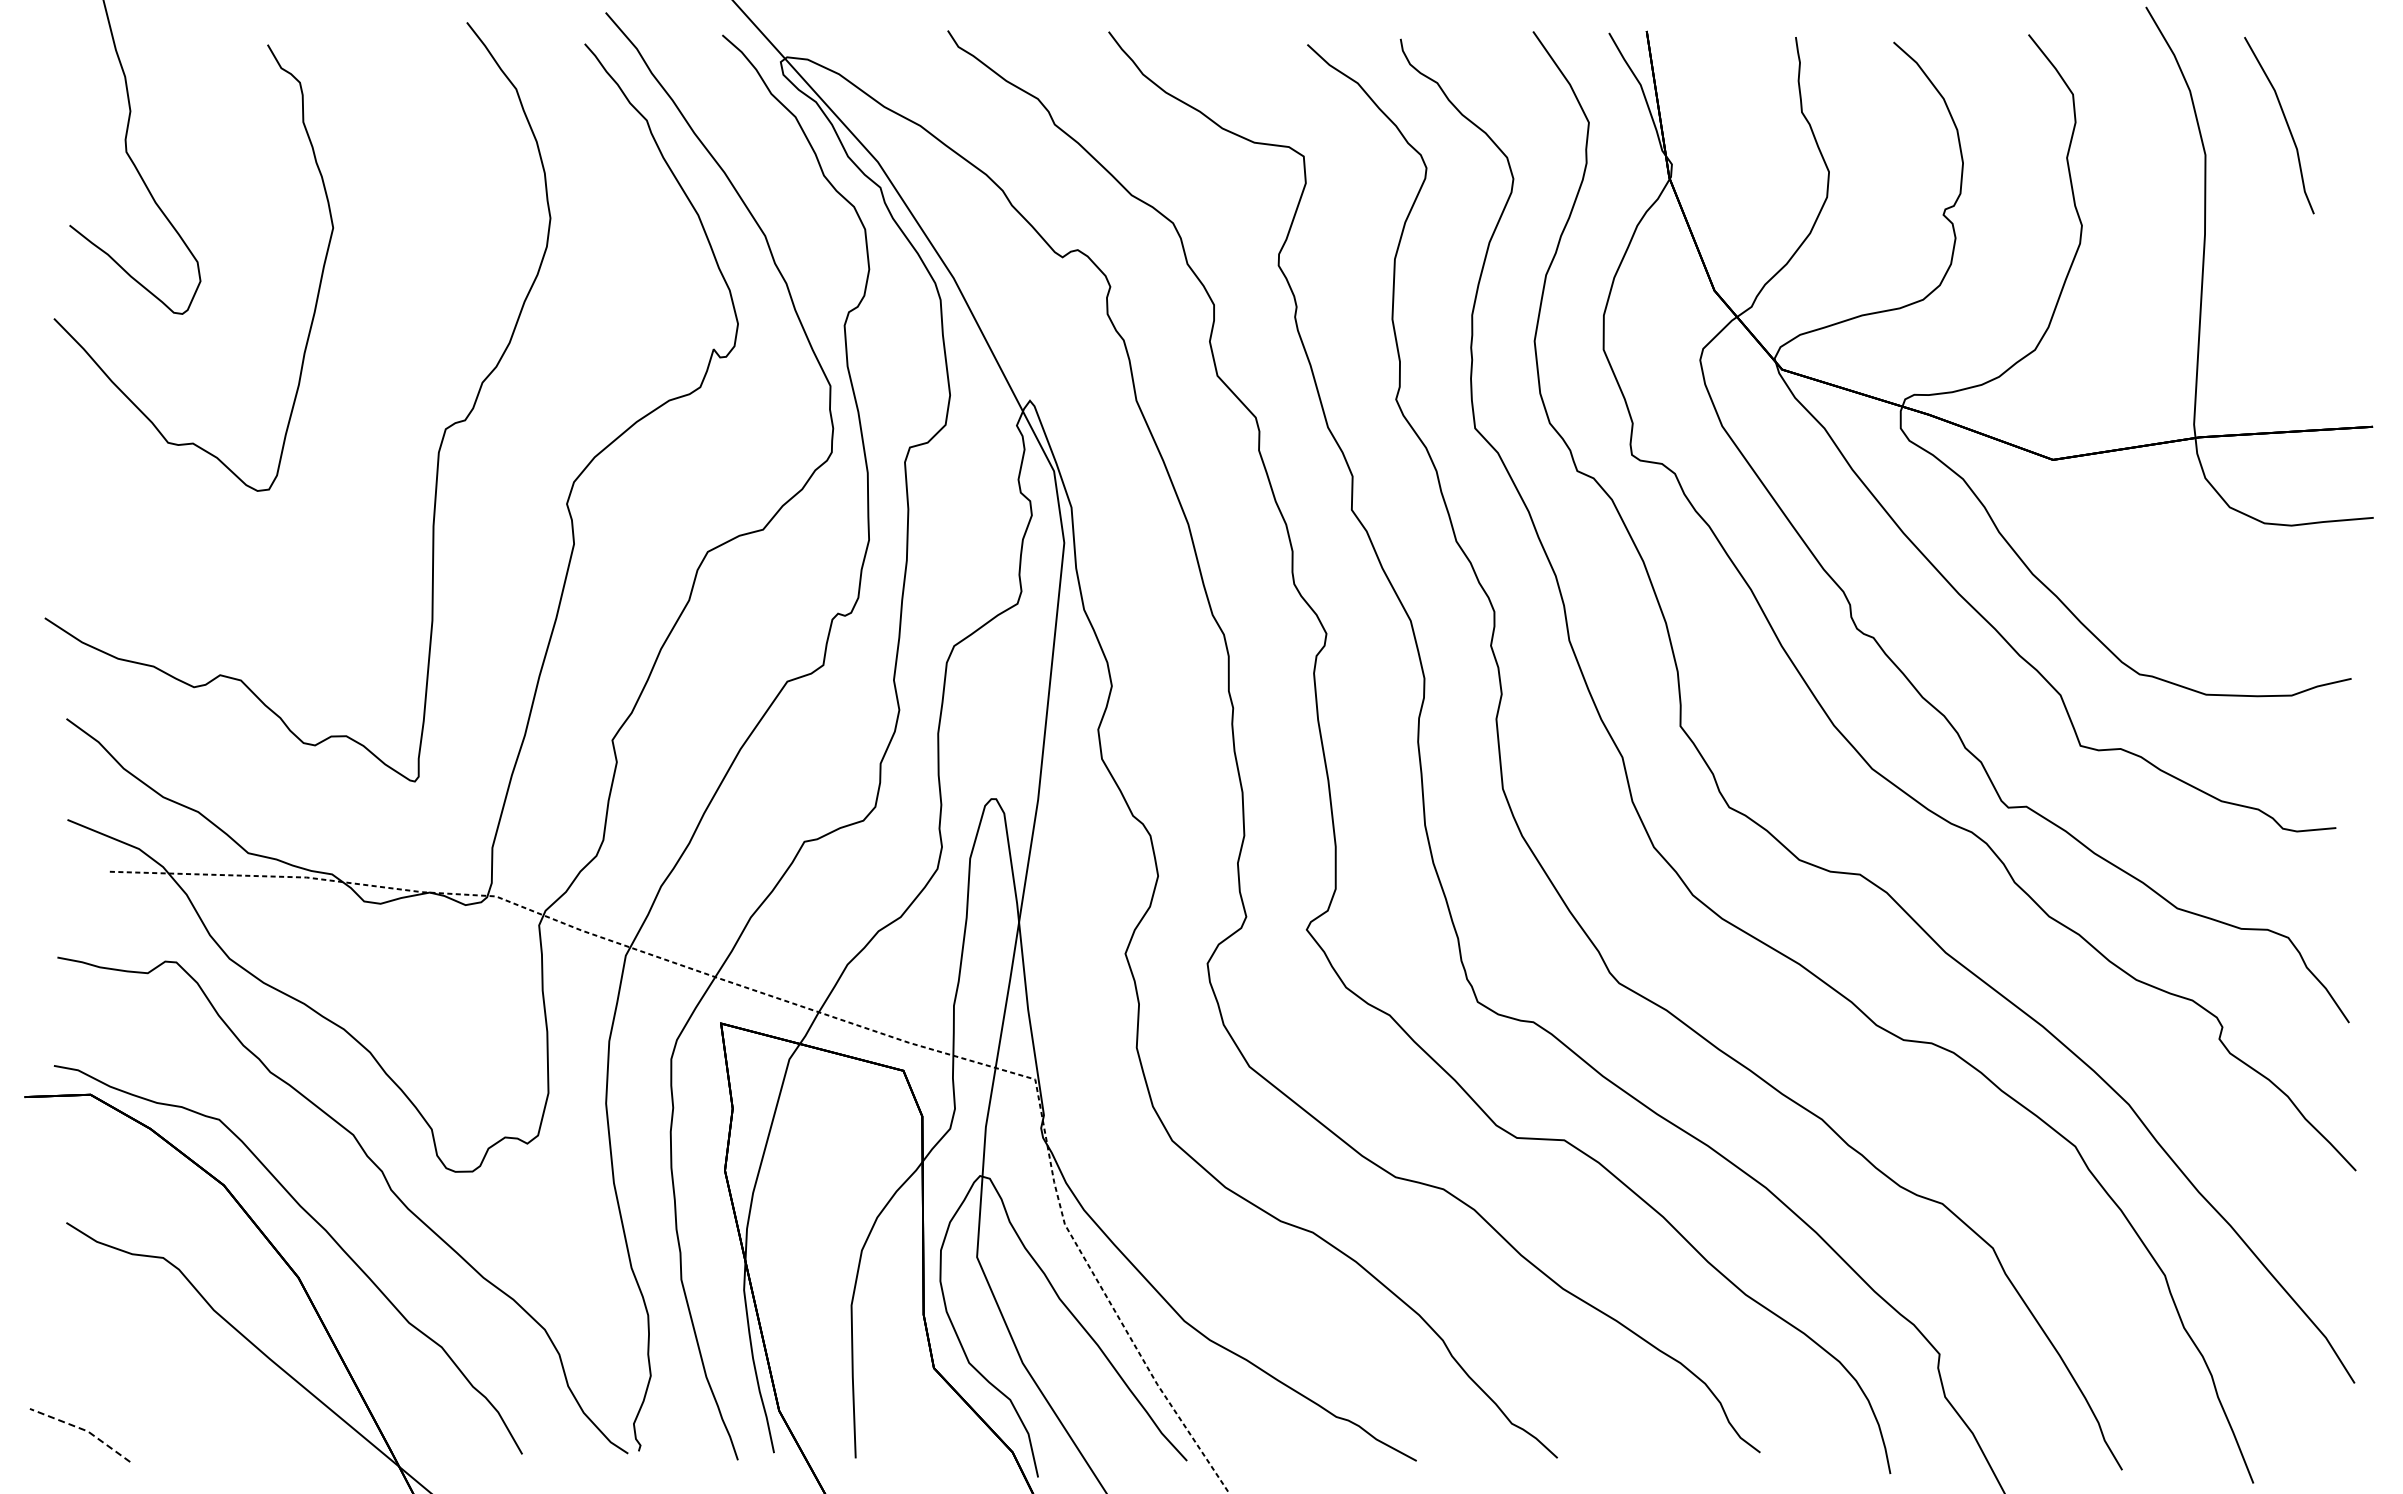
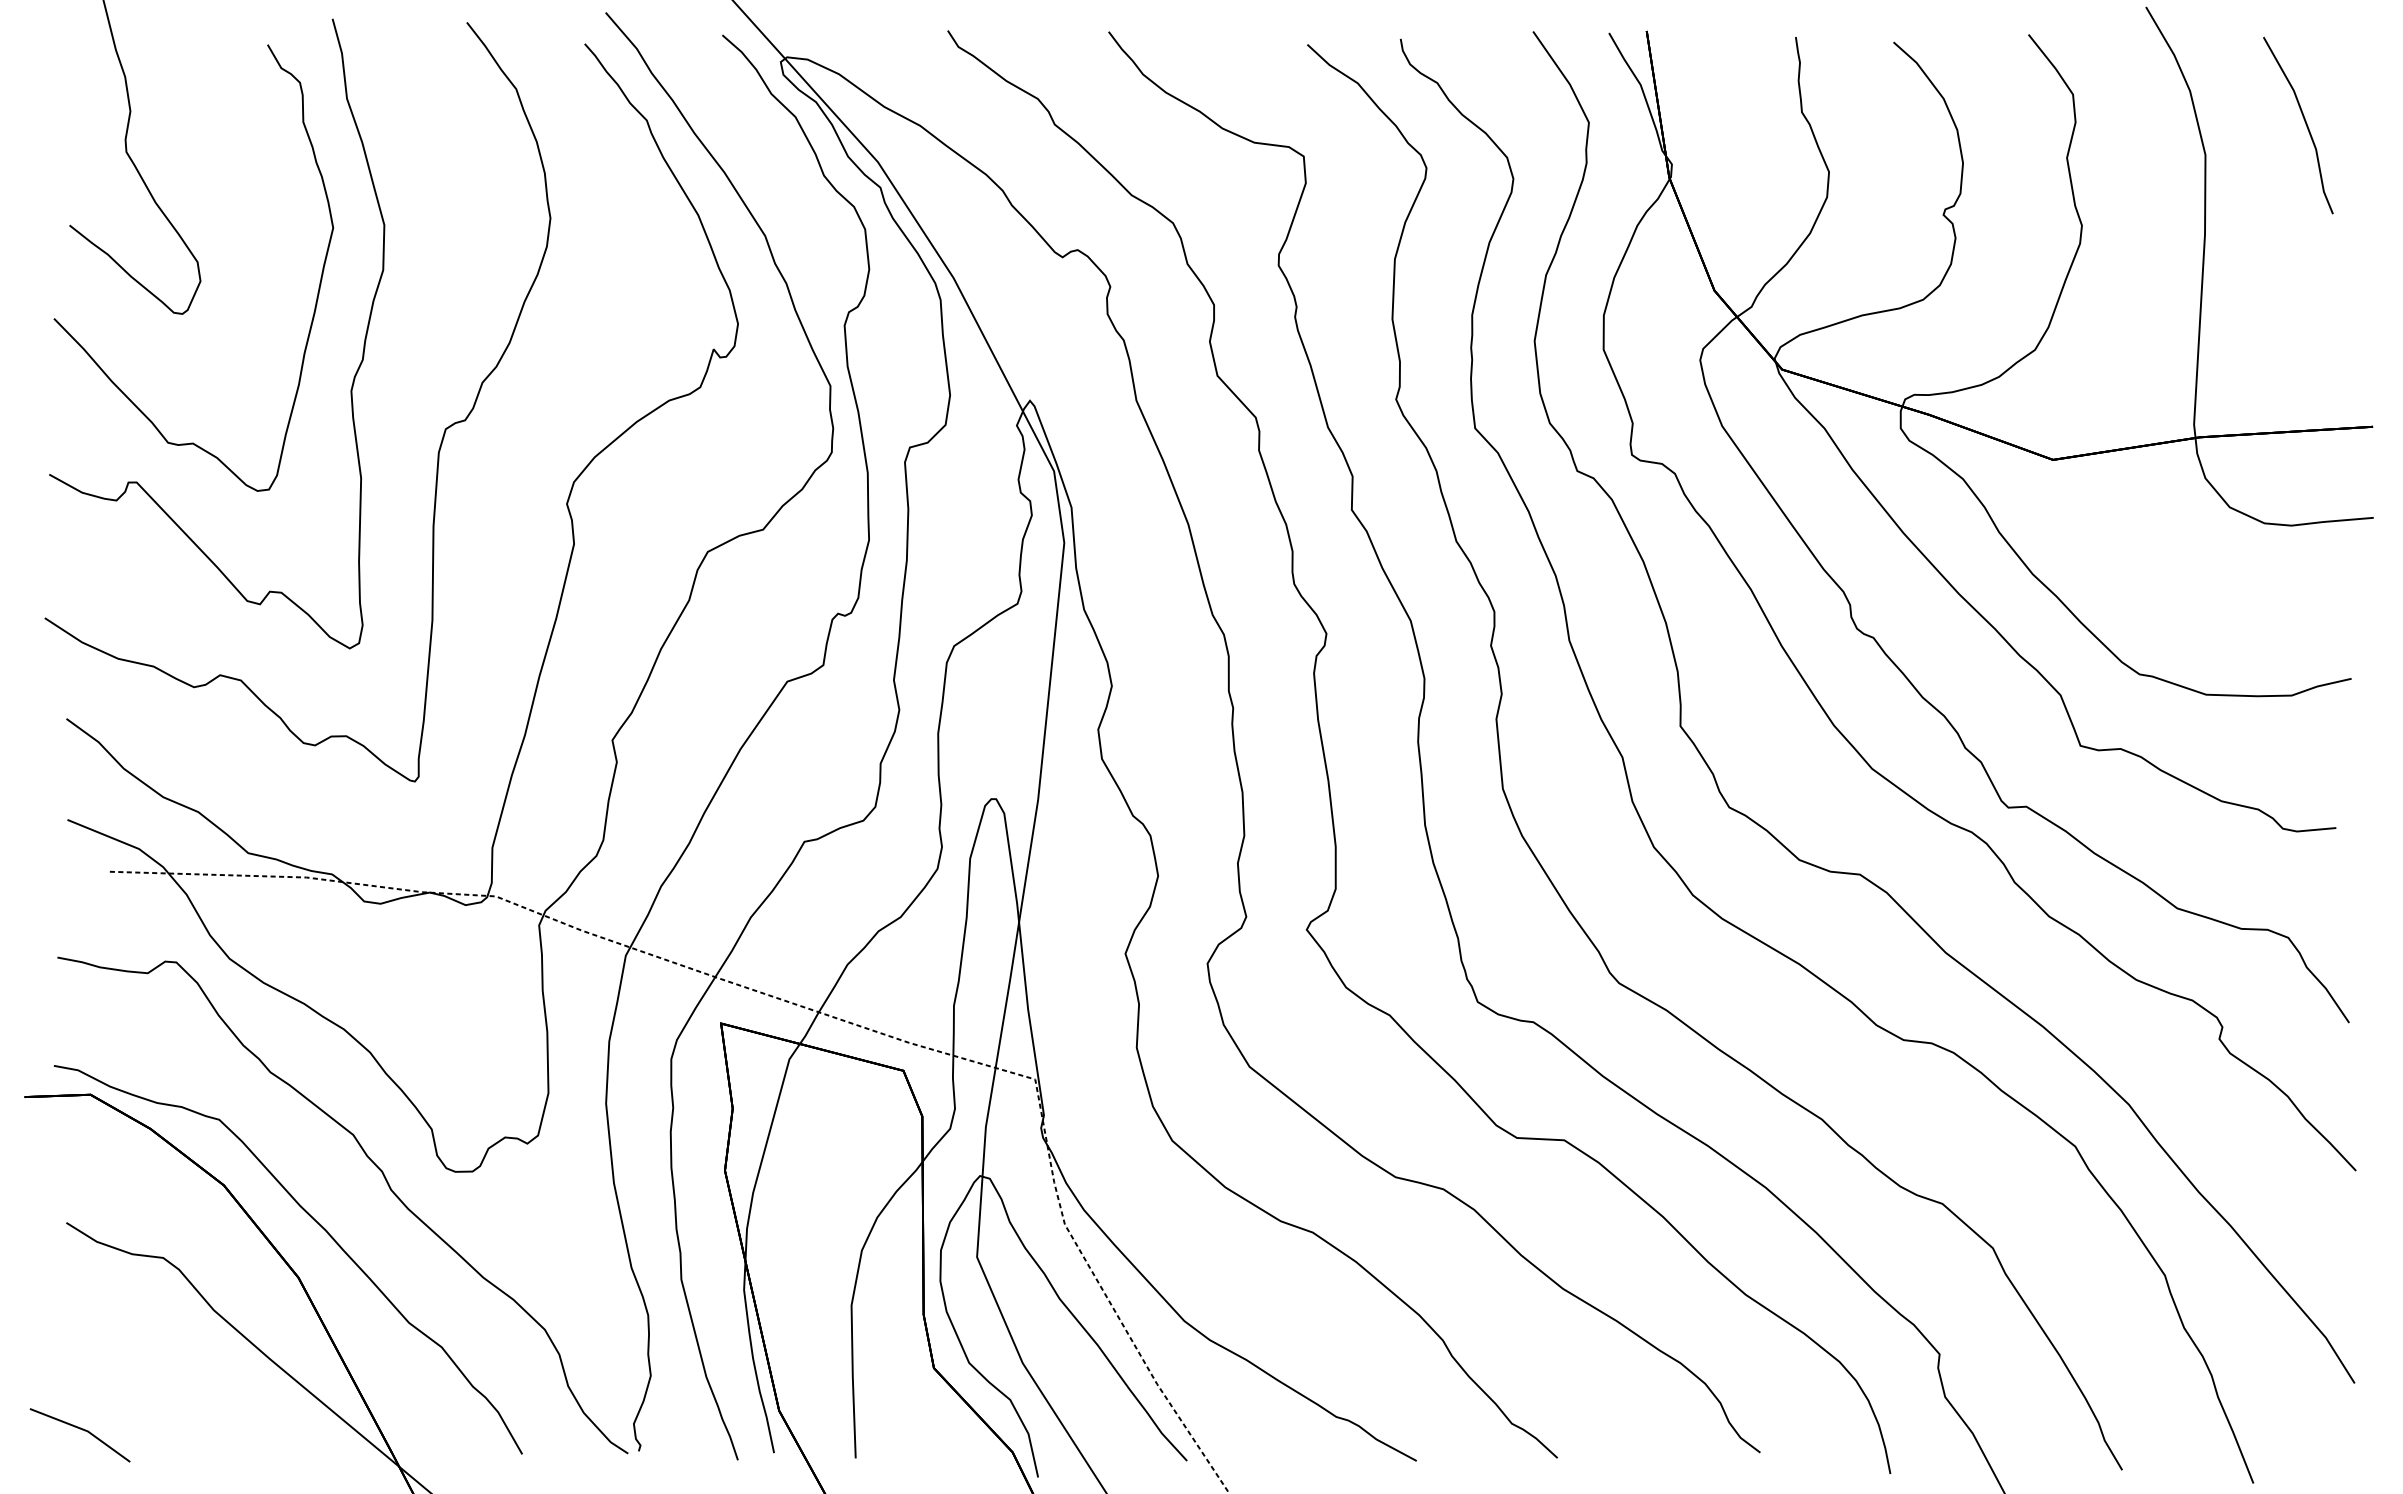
line at (2286, 124) position: (2286, 124) -> (2305, 124)
curve at (353, 377): none -> present
line at (83, 1429): dashed -> solid
